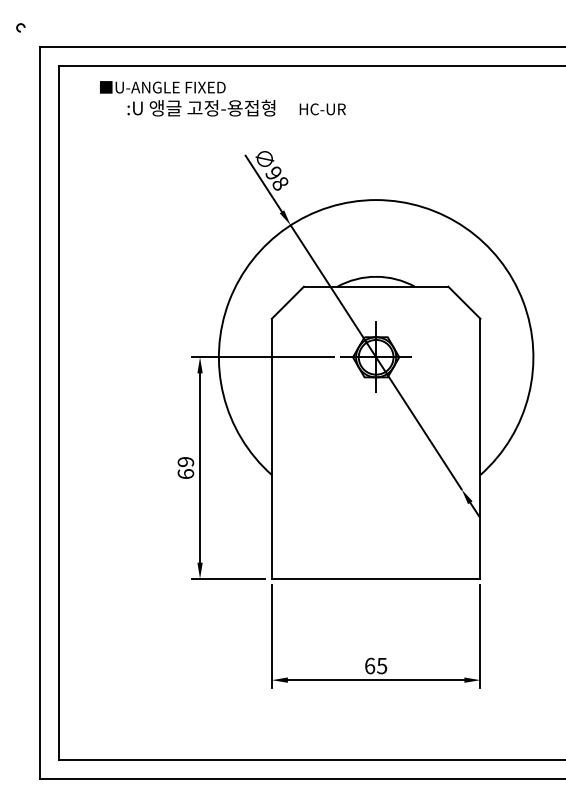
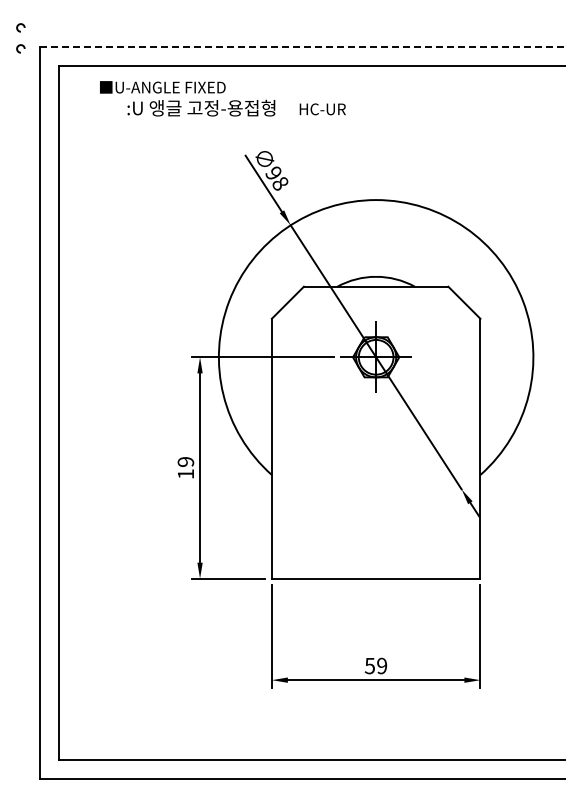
arc at (19, 46): none -> present
line at (303, 47): solid -> dashed
text at (185, 473): 69 -> 19
text at (375, 665): 65 -> 59
